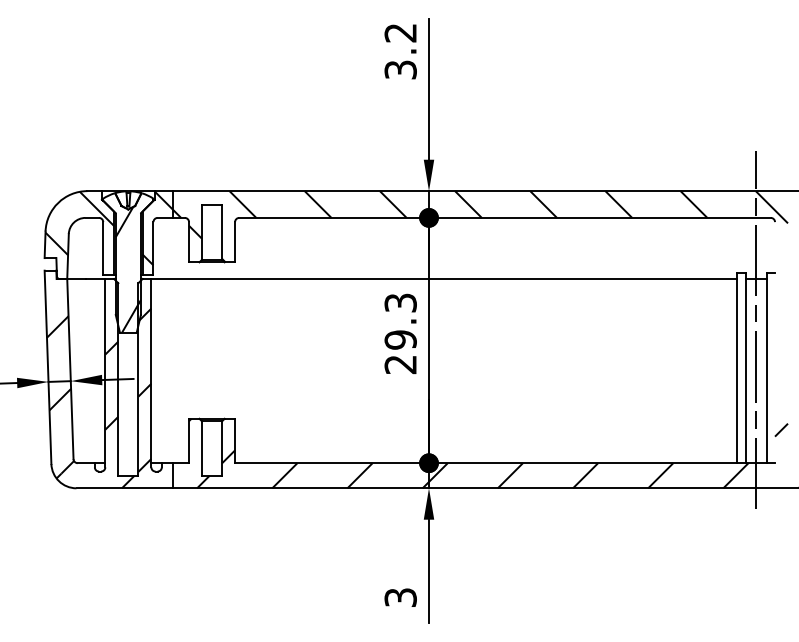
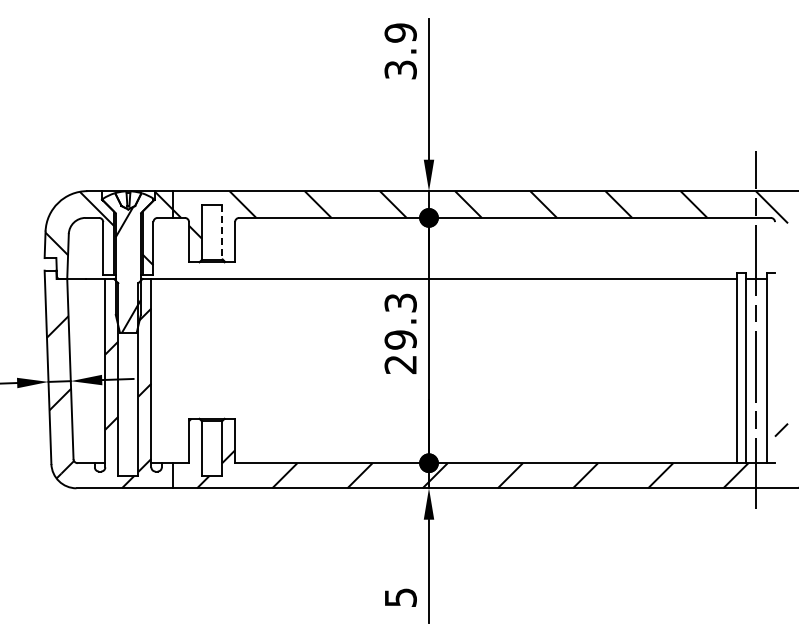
text at (400, 32): 3.2 -> 3.9
line at (222, 233): solid -> dashed
text at (400, 597): 3 -> 5
